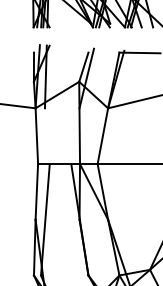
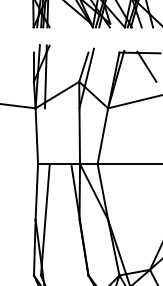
line at (146, 66): none -> present
